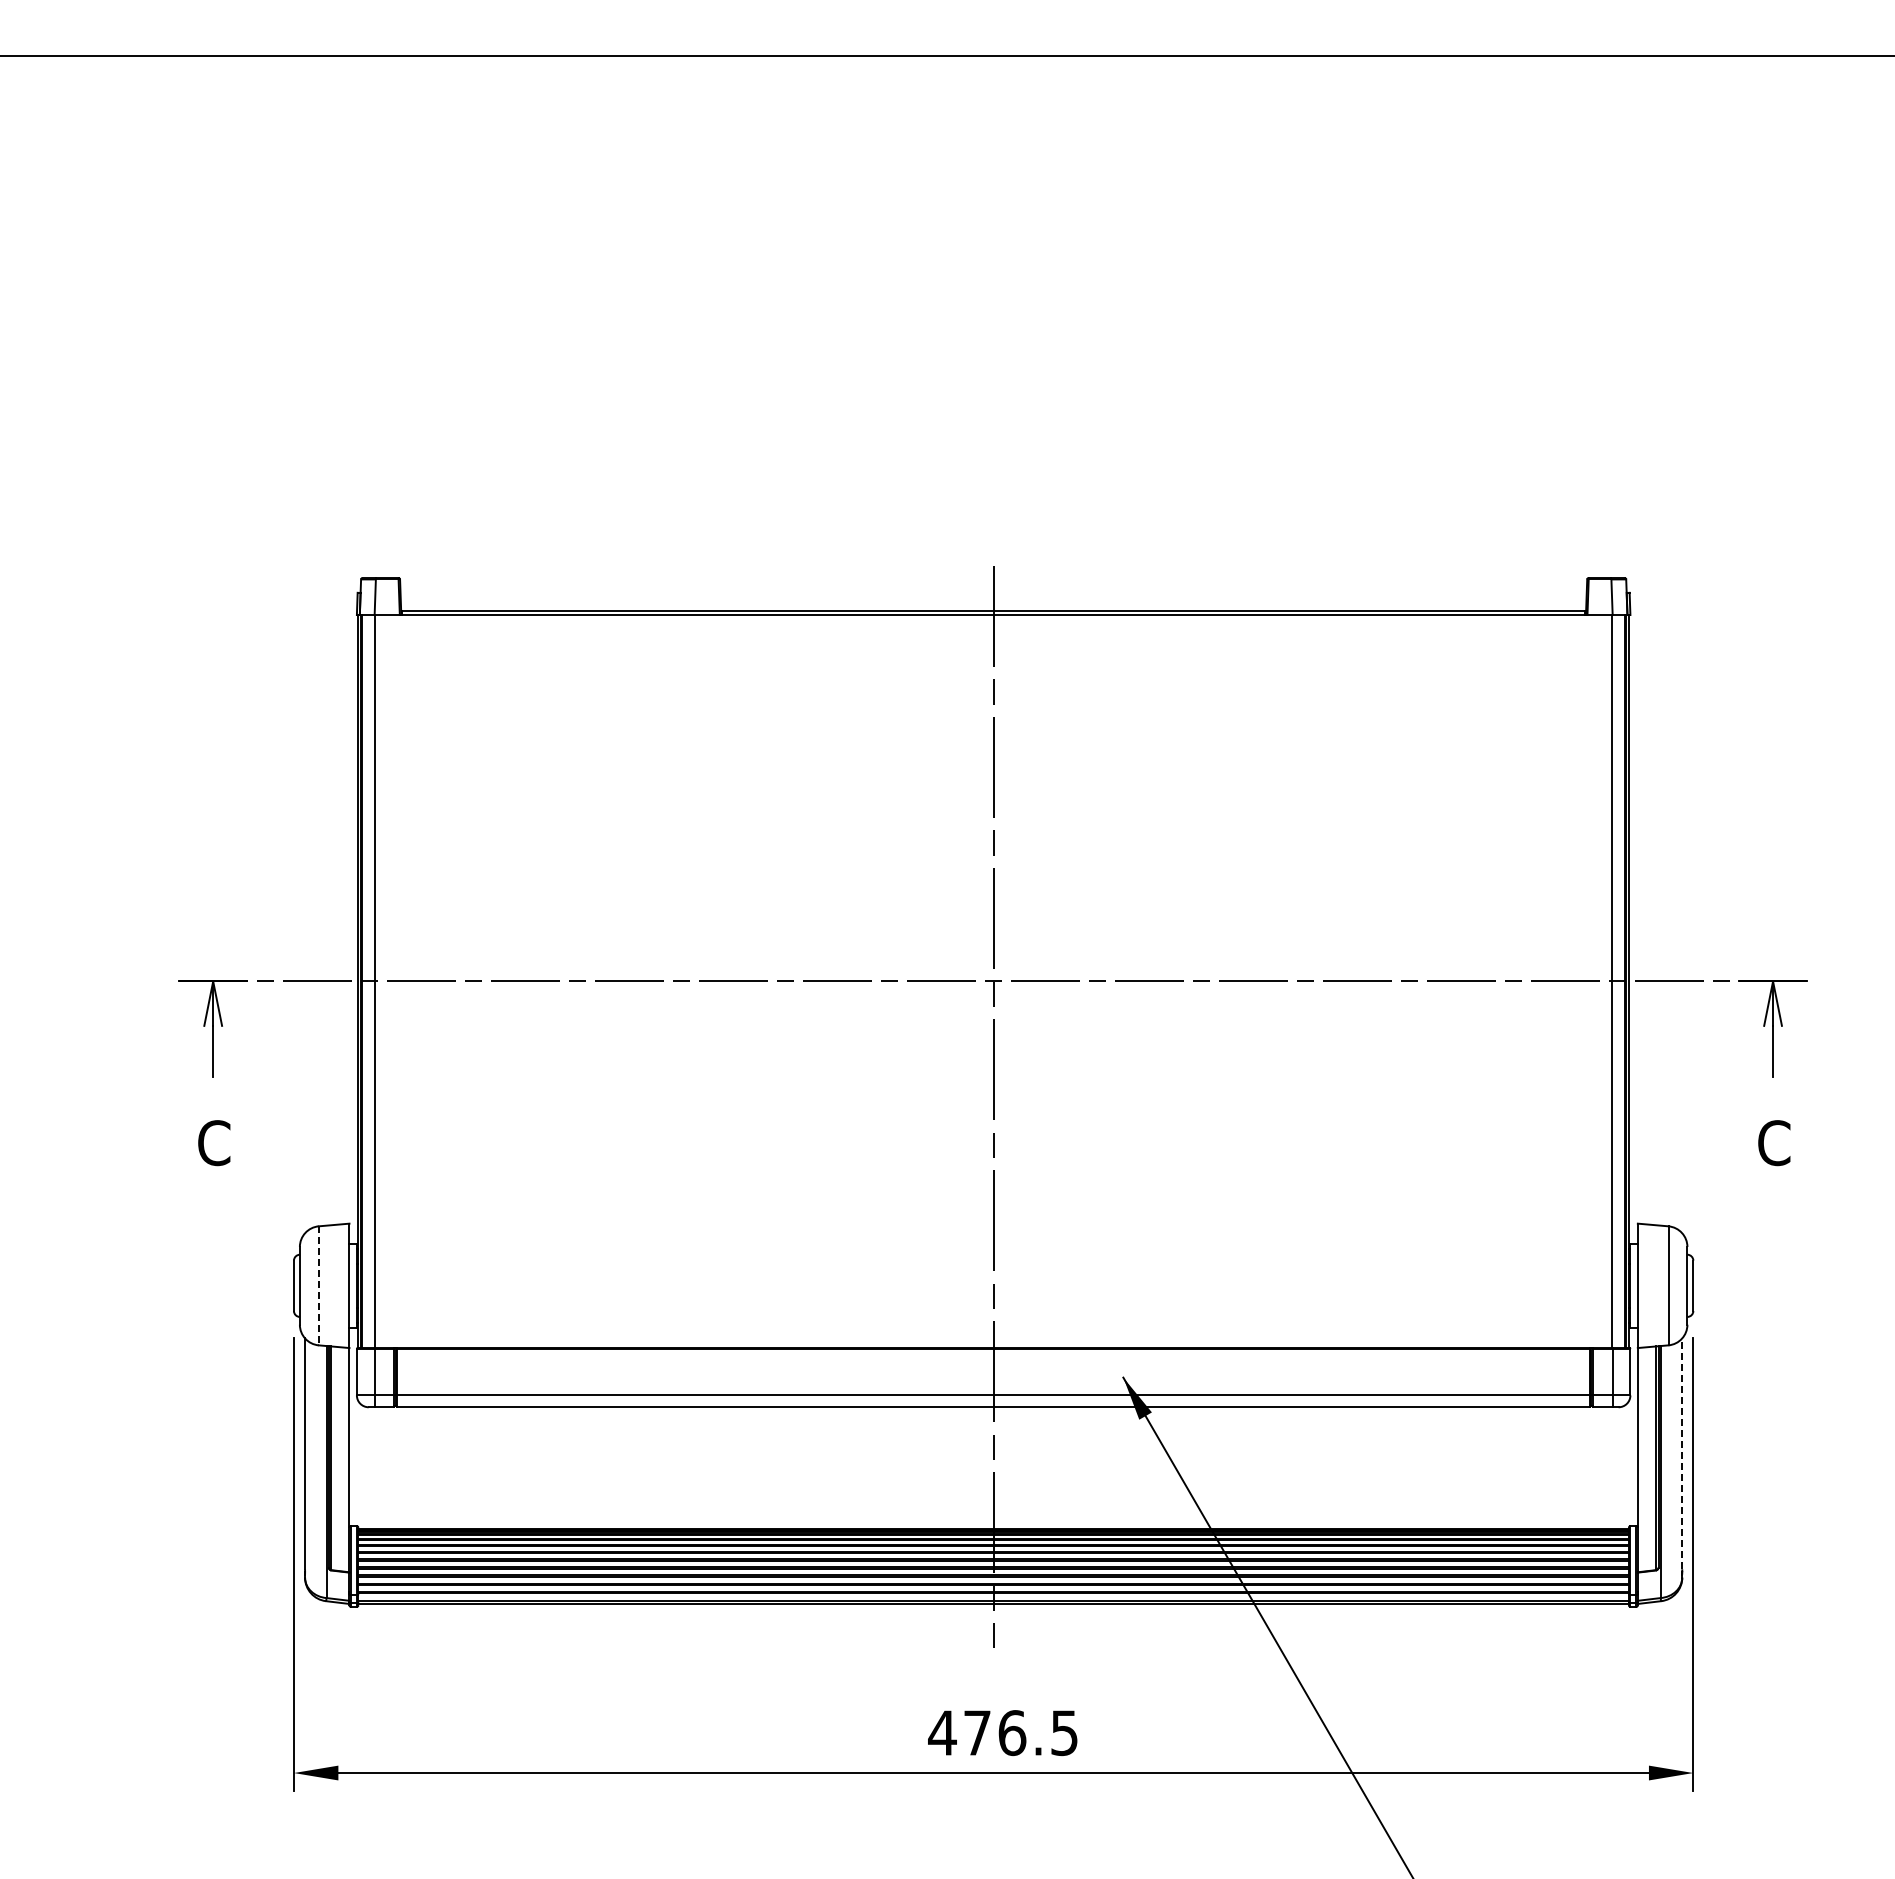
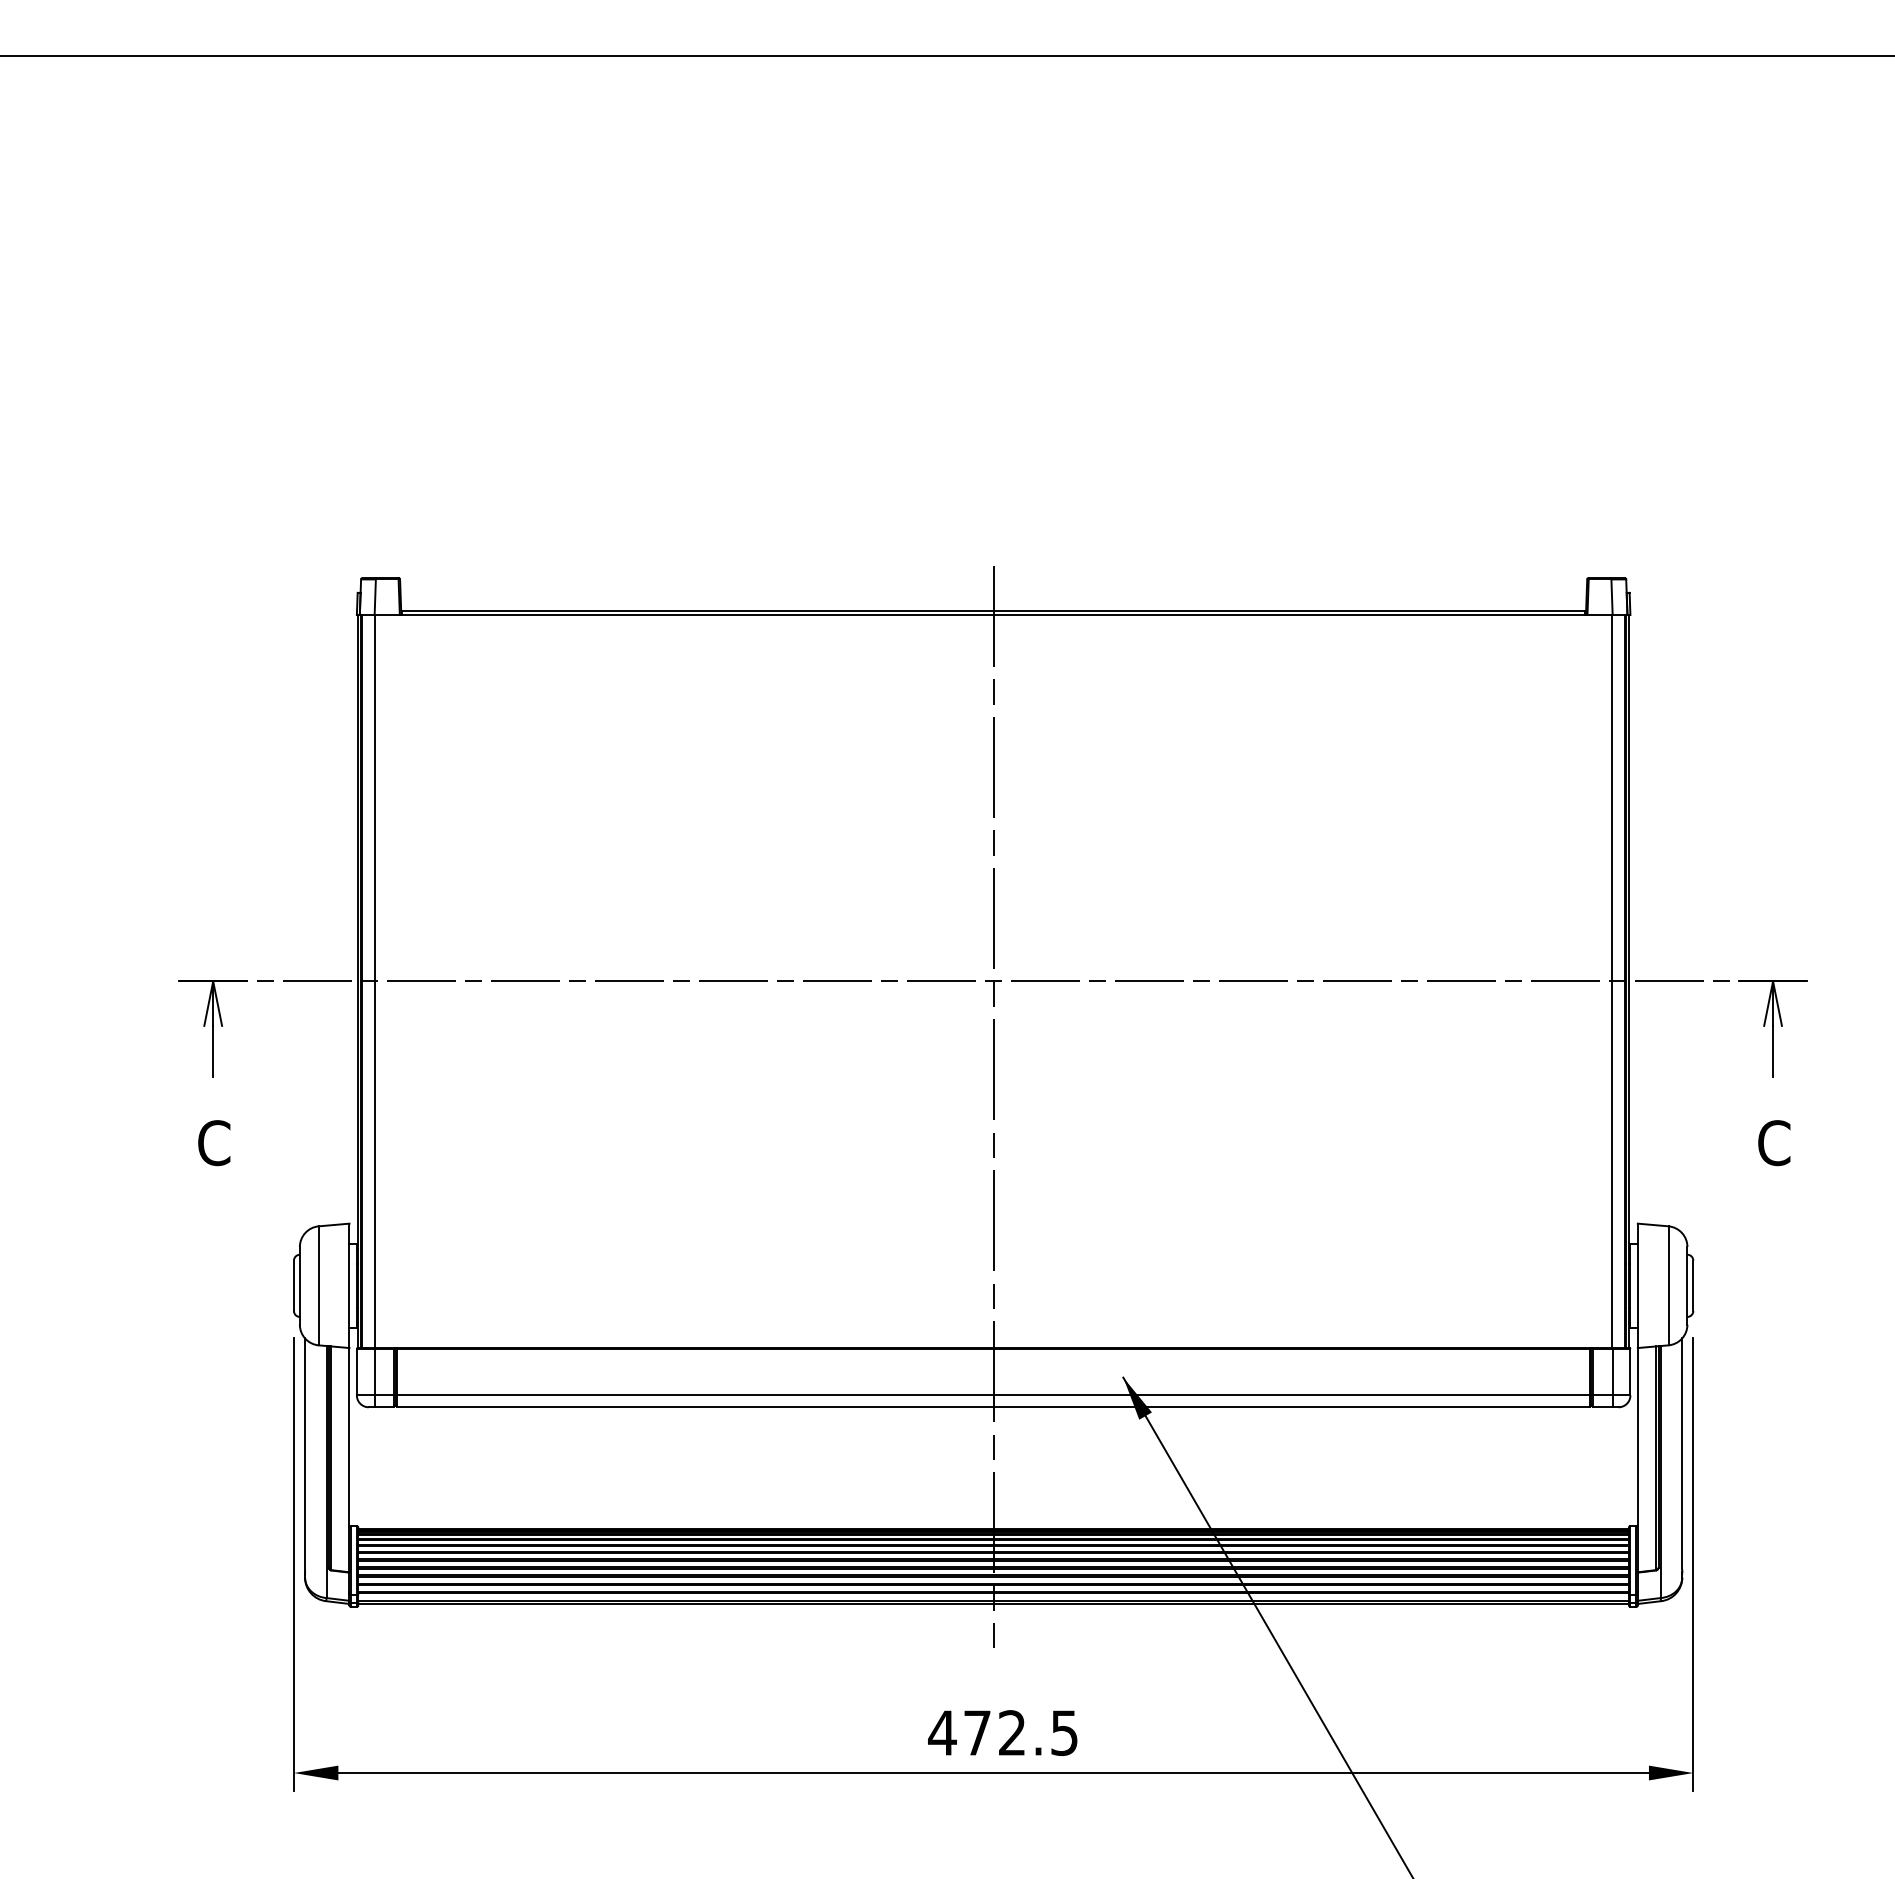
line at (318, 1285): dashed -> solid
line at (1682, 1453): dashed -> solid
text at (1012, 1733): 476.5 -> 472.5
